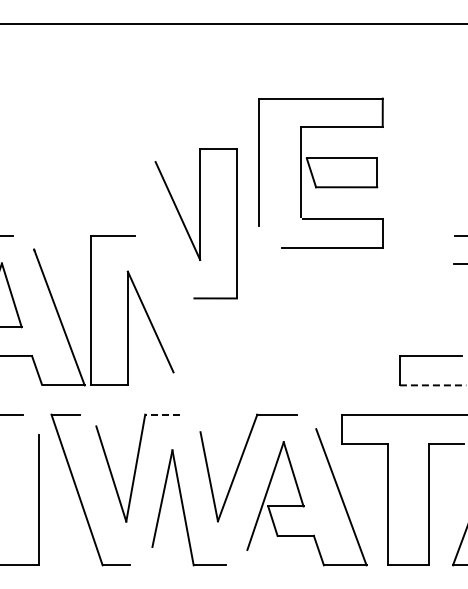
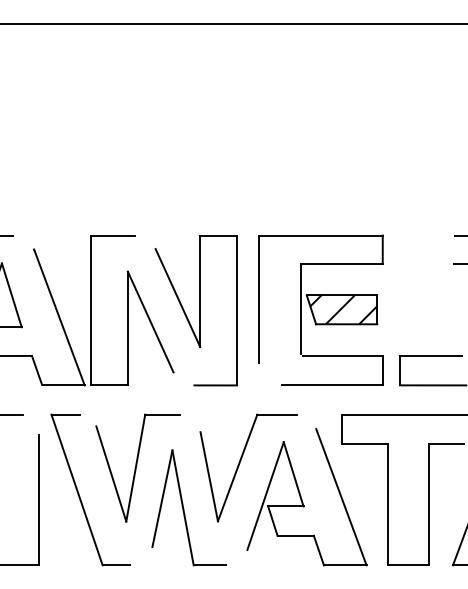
part at (320, 172) position: (320, 172) -> (320, 309)
part at (195, 223) position: (195, 223) -> (195, 310)
line at (433, 385): dashed -> solid
line at (162, 414): dashed -> solid
